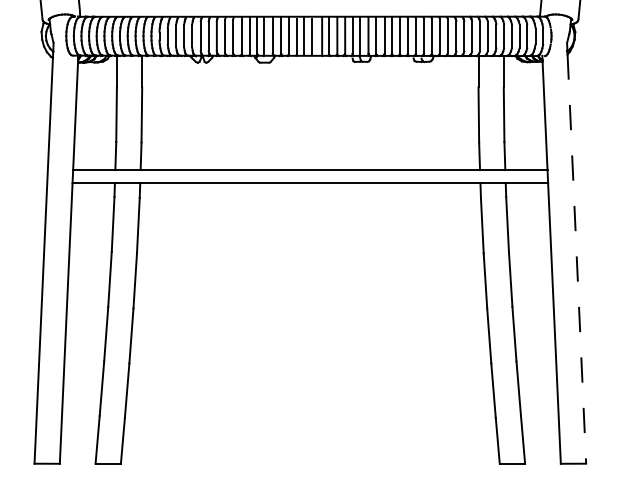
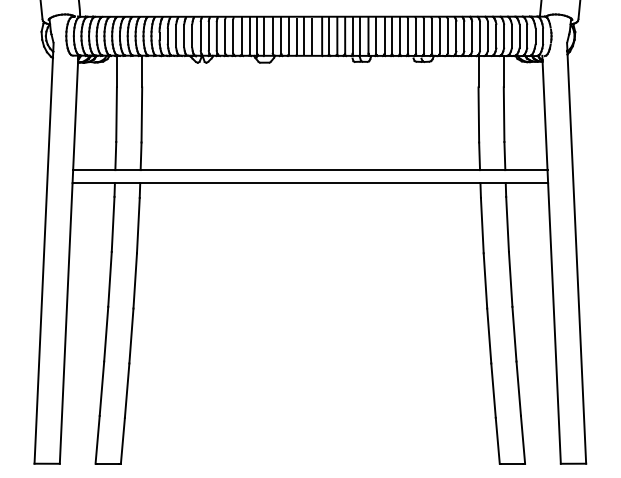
line at (576, 259): dashed -> solid
